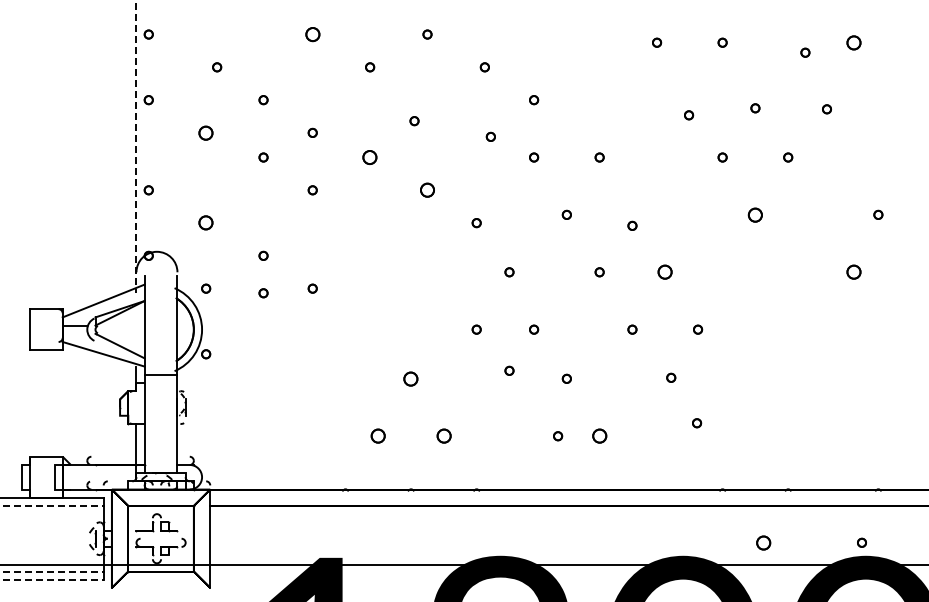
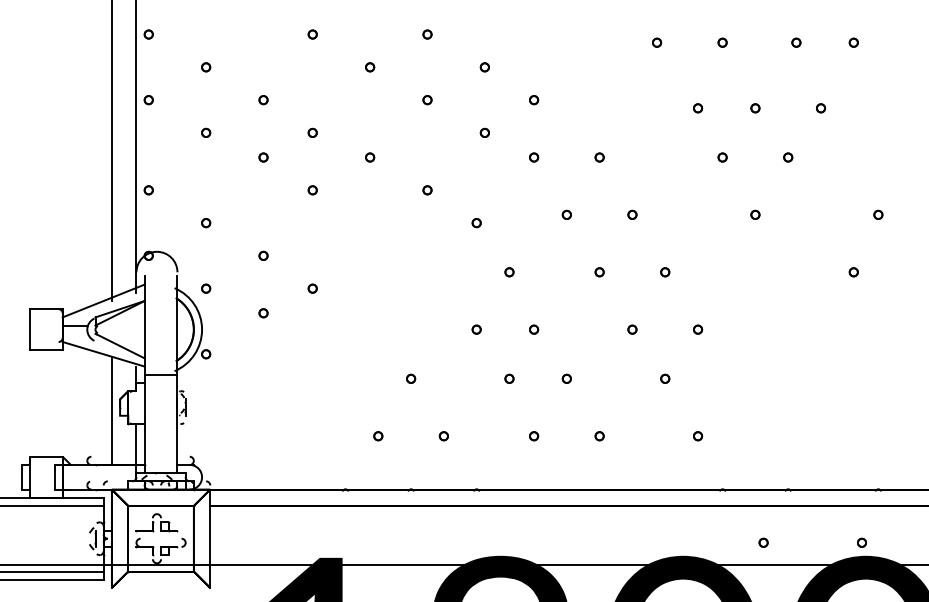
part at (312, 34) size: 16x16 px -> 11x11 px
part at (853, 42) size: 16x16 px -> 11x11 px
part at (805, 52) position: (805, 52) -> (796, 42)
part at (217, 67) position: (217, 67) -> (206, 67)
part at (826, 109) position: (826, 109) -> (820, 108)
part at (689, 115) position: (689, 115) -> (698, 108)
part at (414, 121) position: (414, 121) -> (427, 100)
part at (205, 132) size: 16x16 px -> 11x11 px
part at (490, 136) position: (490, 136) -> (484, 132)
line at (136, 147): dashed -> solid
line at (111, 151): none -> present
part at (369, 157) size: 16x15 px -> 11x11 px
part at (427, 189) size: 15x16 px -> 11x11 px
part at (754, 214) size: 16x16 px -> 11x11 px
part at (205, 222) size: 16x16 px -> 11x11 px
part at (632, 225) position: (632, 225) -> (632, 214)
part at (664, 271) size: 16x16 px -> 11x11 px
part at (853, 271) size: 16x16 px -> 11x11 px
part at (263, 293) position: (263, 293) -> (263, 313)
part at (509, 370) position: (509, 370) -> (509, 378)
part at (671, 377) position: (671, 377) -> (665, 378)
part at (410, 378) size: 16x16 px -> 11x11 px
line at (111, 411): none -> present
part at (697, 423) position: (697, 423) -> (698, 436)
part at (377, 435) size: 16x16 px -> 11x11 px
part at (443, 435) size: 16x16 px -> 11x11 px
part at (599, 435) size: 16x16 px -> 11x11 px
part at (558, 436) position: (558, 436) -> (534, 436)
line at (52, 505): dashed -> solid
part at (763, 542) size: 16x16 px -> 11x11 px
line at (52, 571): dashed -> solid
line at (52, 579): dashed -> solid
